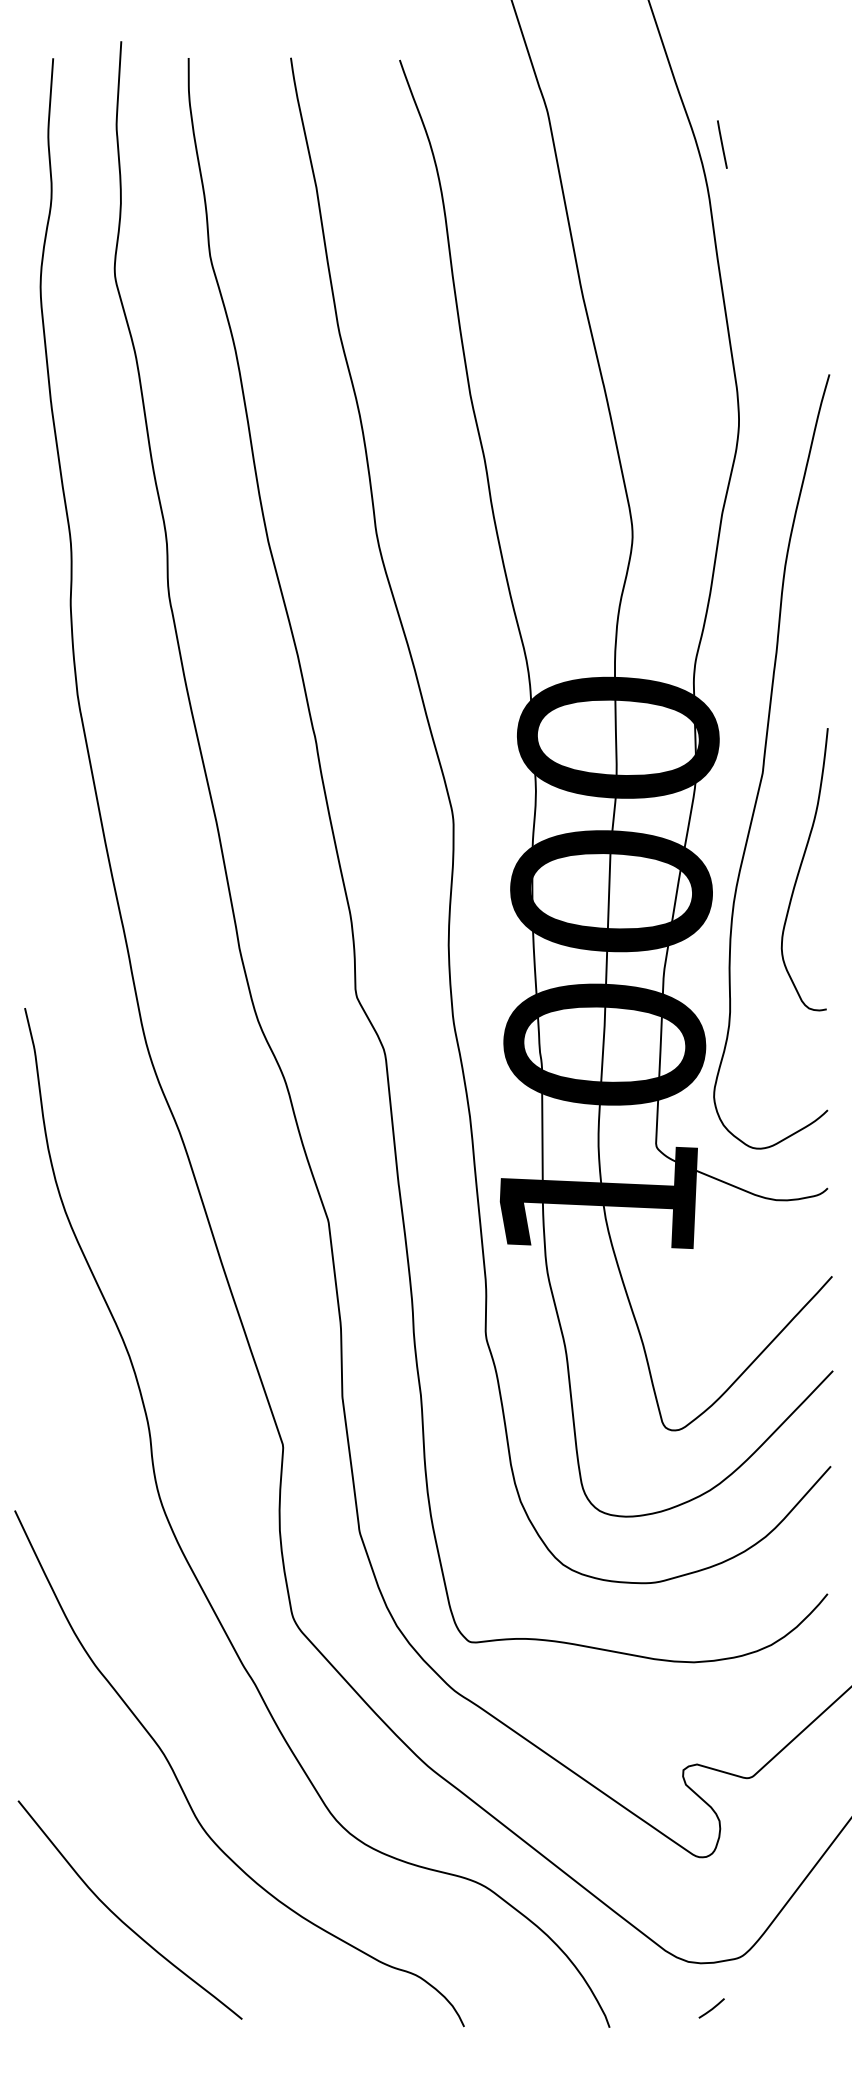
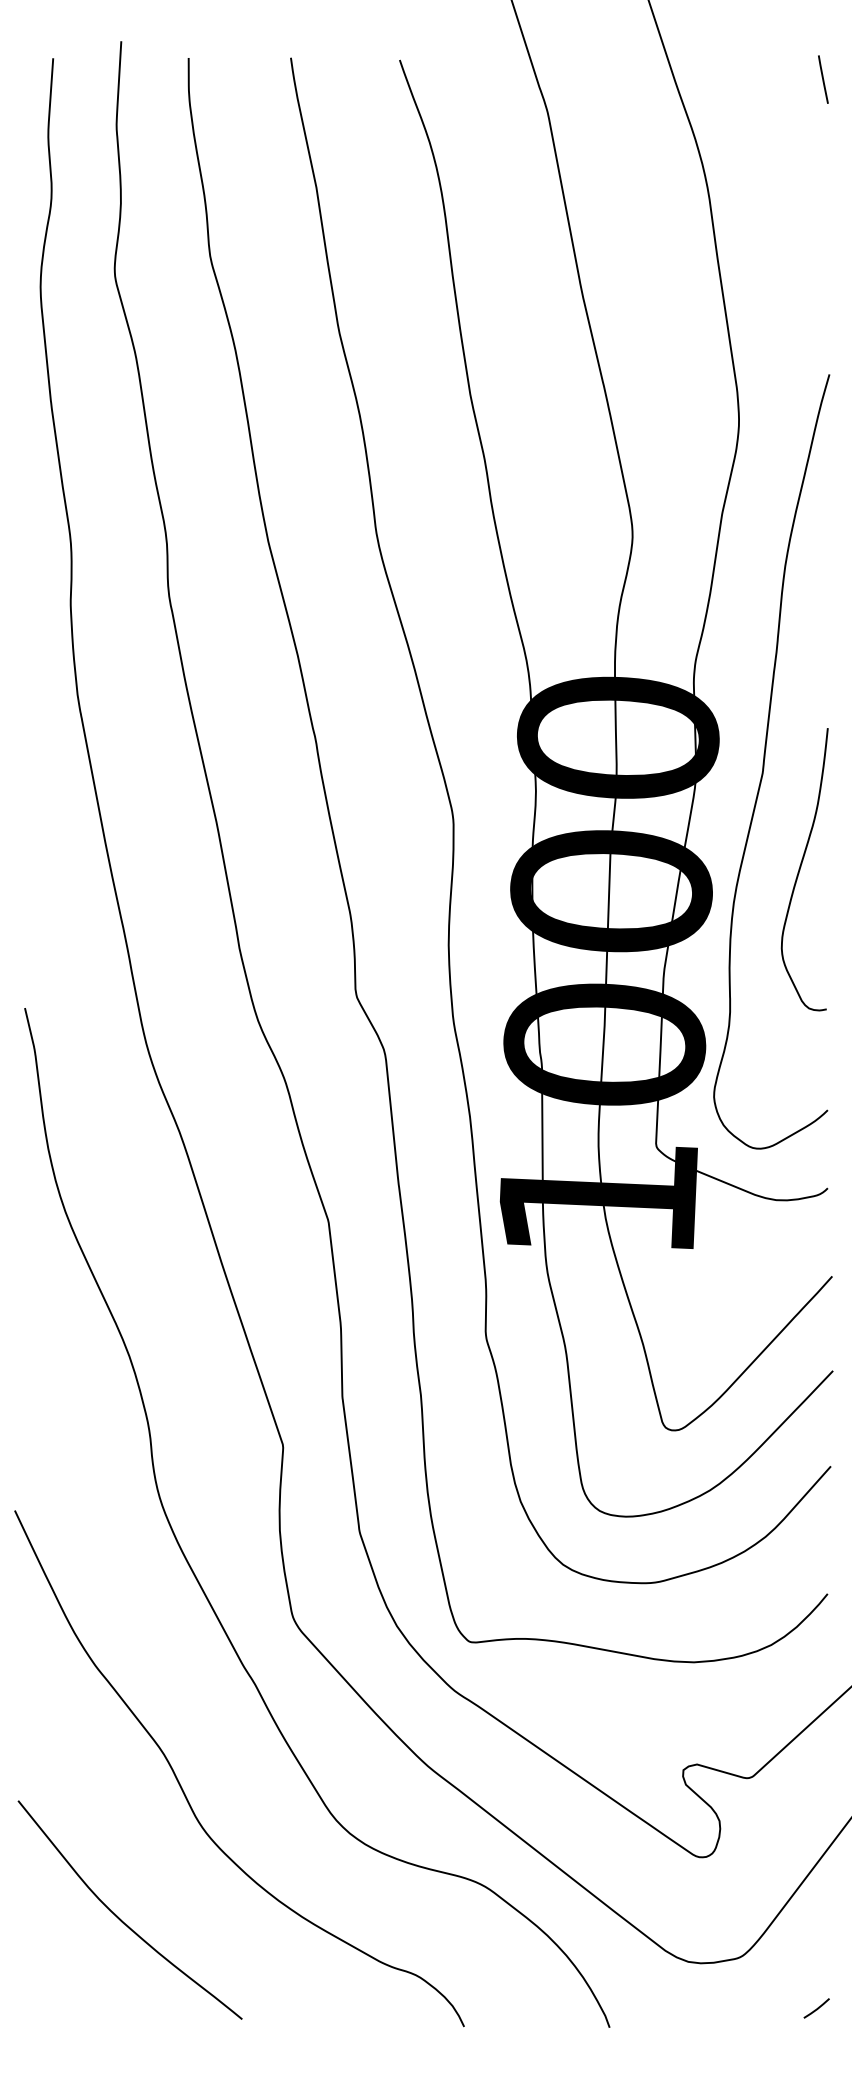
line at (722, 144) position: (722, 144) -> (823, 79)
line at (711, 2008) position: (711, 2008) -> (816, 2008)
